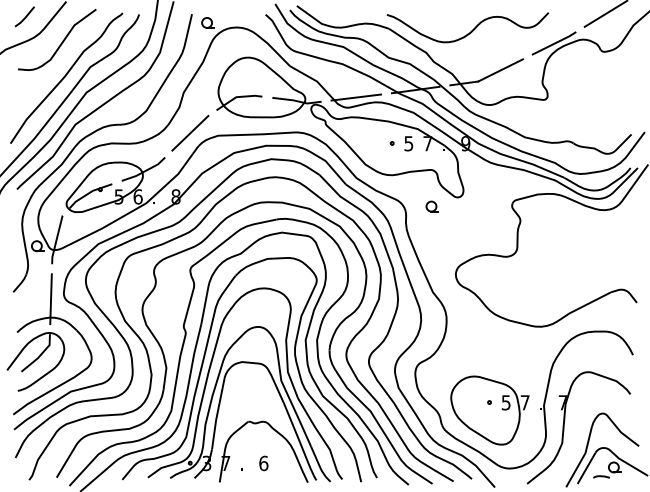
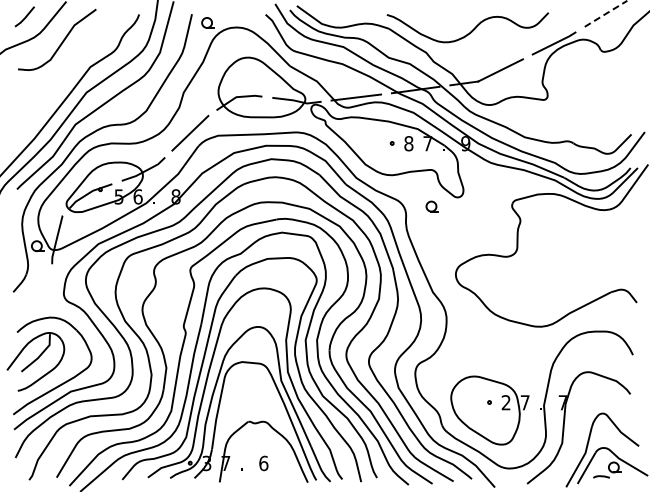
line at (606, 13): solid -> dashed
curve at (66, 76): present -> none
text at (408, 143): 5 -> 8
line at (50, 299): present -> none
text at (505, 402): 5 -> 2
